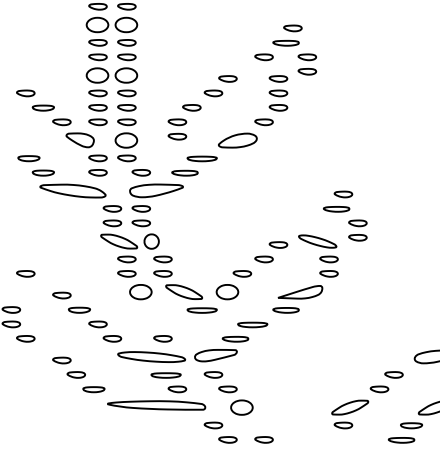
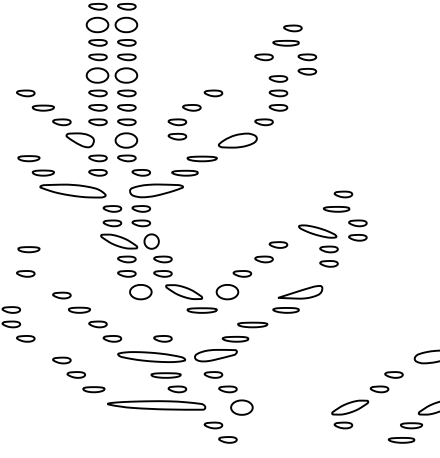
part at (227, 78): present -> none
part at (28, 249): none -> present
part at (318, 255) position: (318, 255) -> (318, 245)
part at (263, 439): present -> none
